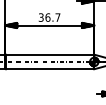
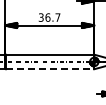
line at (50, 69): solid -> dashed
